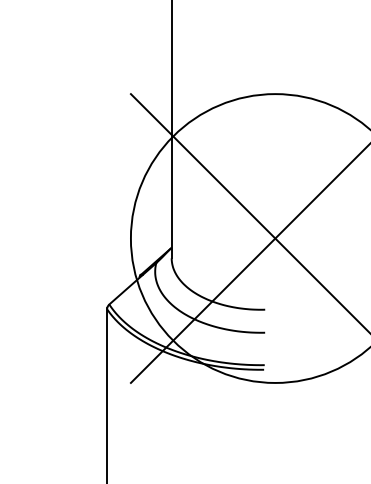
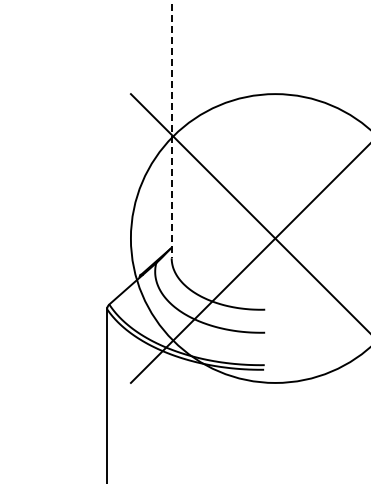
line at (171, 129): solid -> dashed
